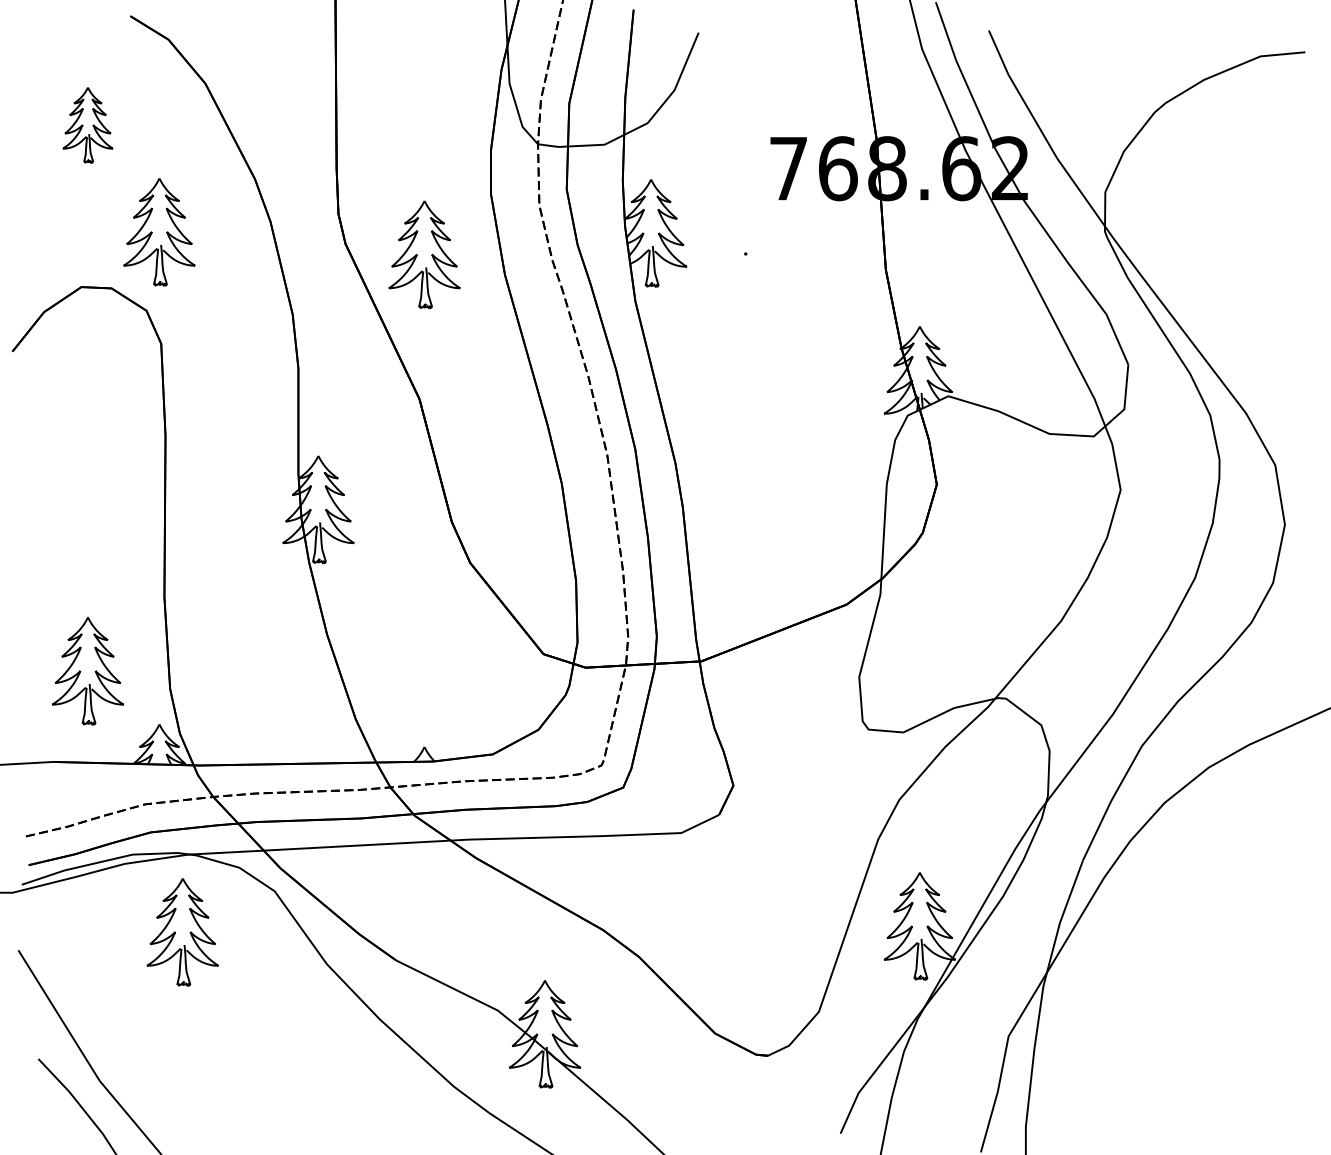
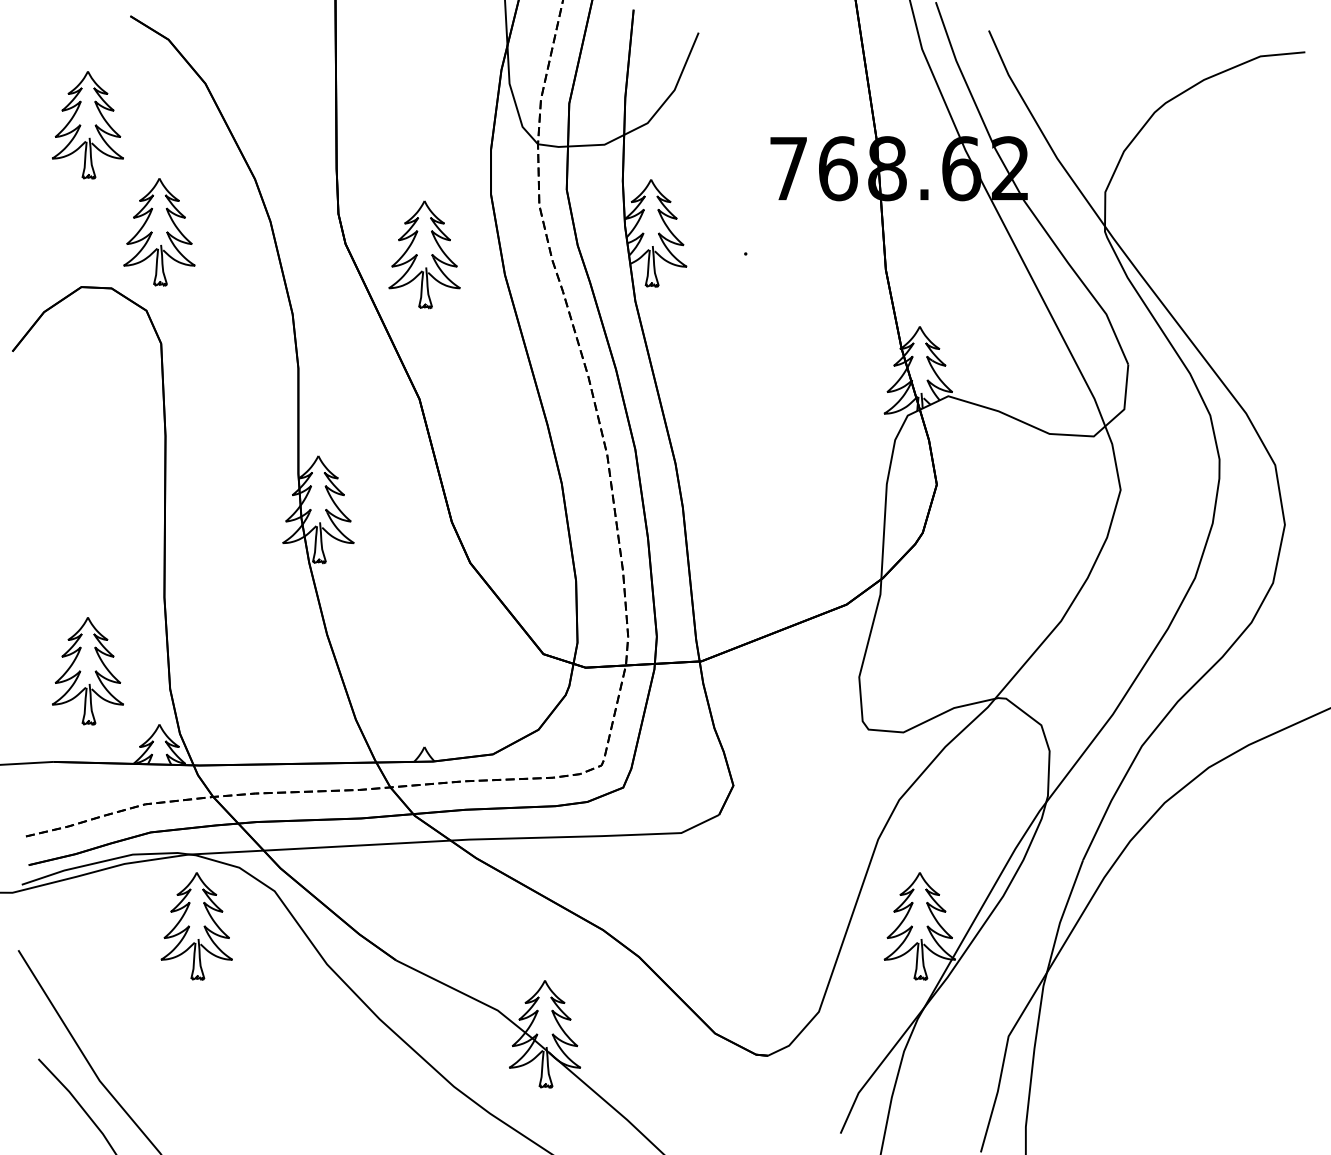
part at (87, 125) size: 52x77 px -> 72x109 px
part at (182, 932) position: (182, 932) -> (196, 926)
